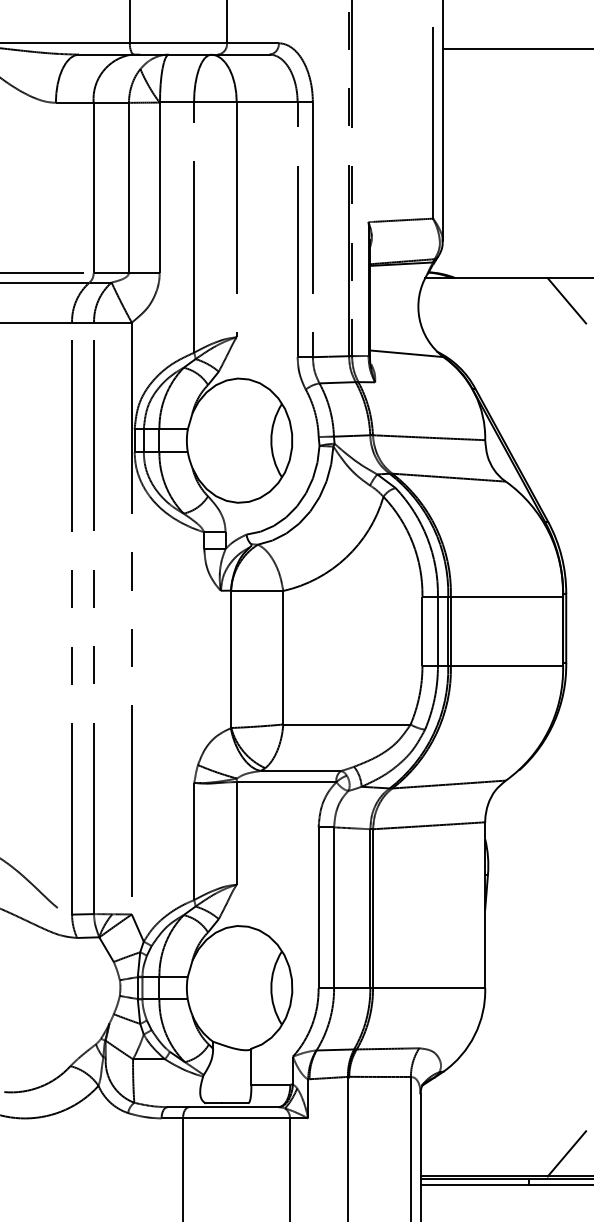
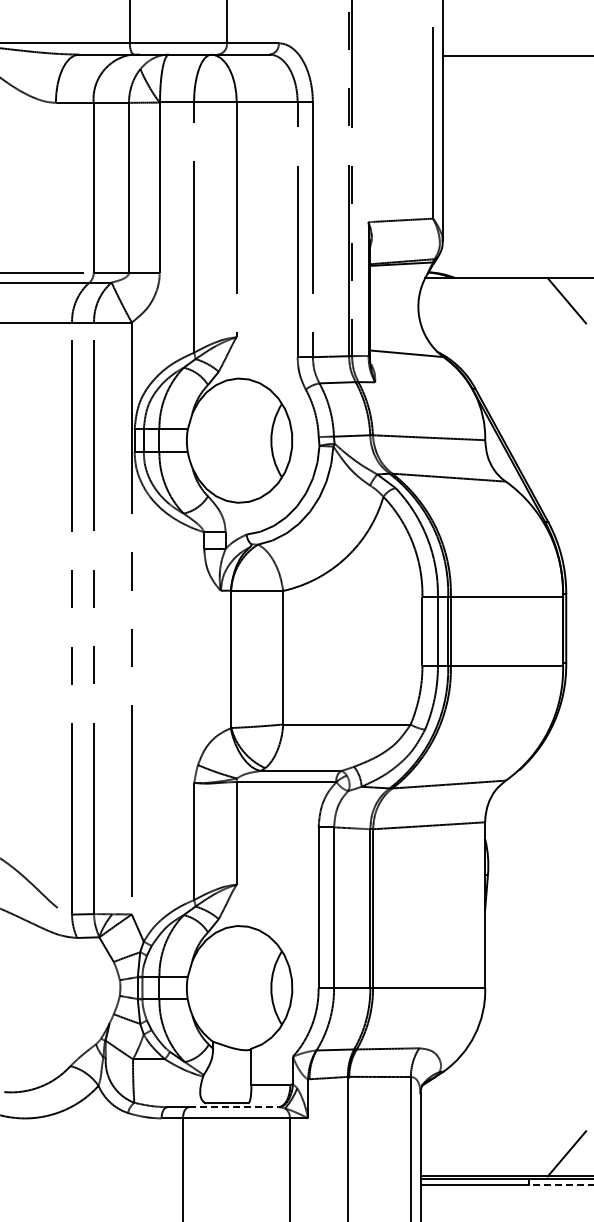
line at (516, 49) position: (516, 49) -> (516, 56)
line at (233, 1107): solid -> dashed
line at (560, 1185): solid -> dashed
